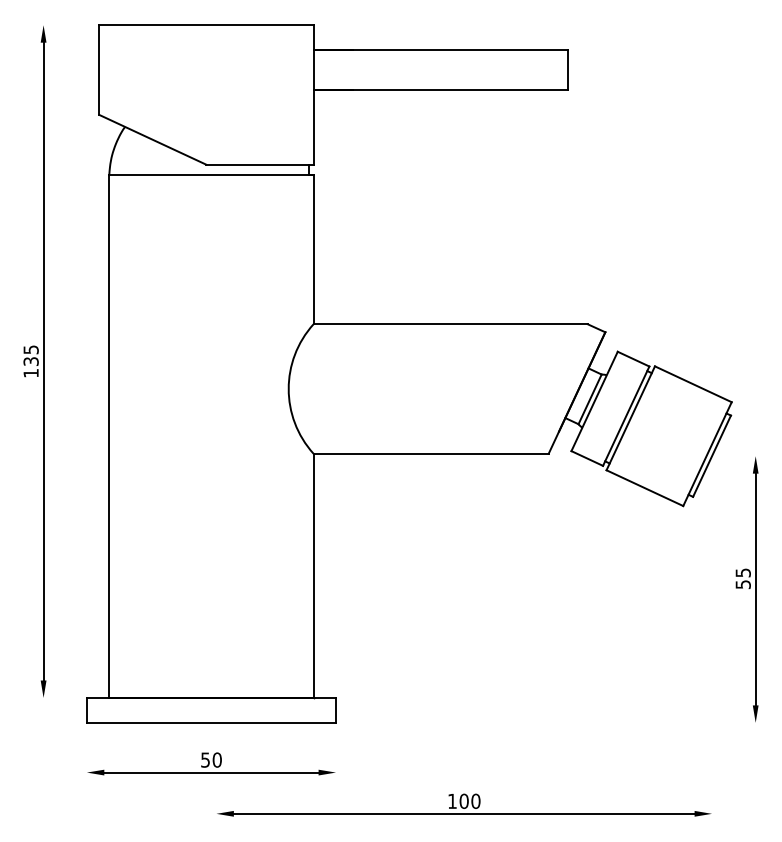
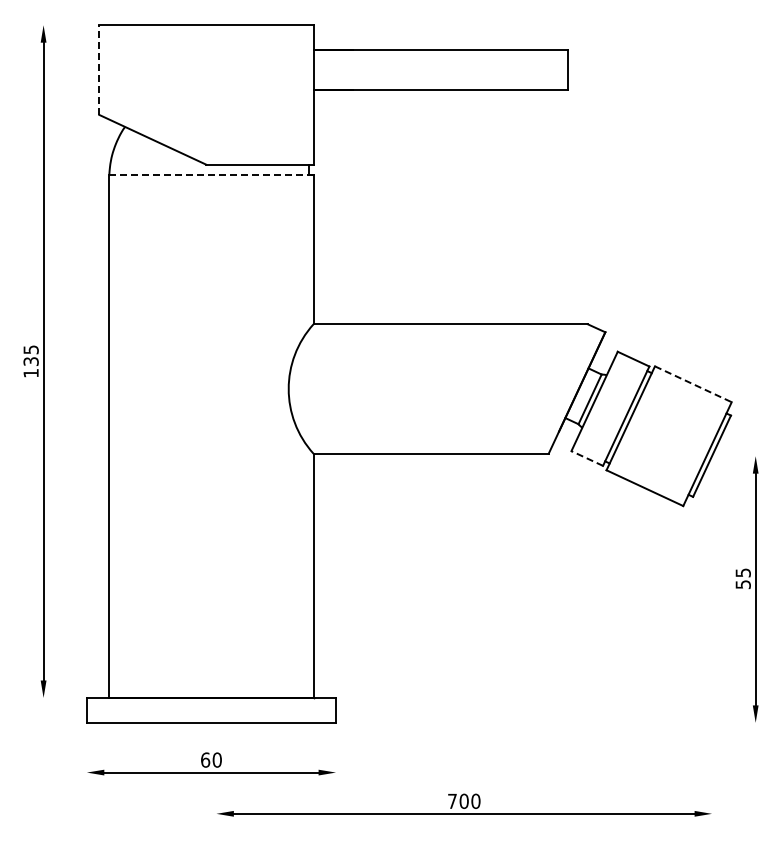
line at (99, 70): solid -> dashed
line at (210, 174): solid -> dashed
line at (693, 384): solid -> dashed
line at (586, 458): solid -> dashed
text at (205, 759): 50 -> 60
text at (452, 800): 100 -> 700
